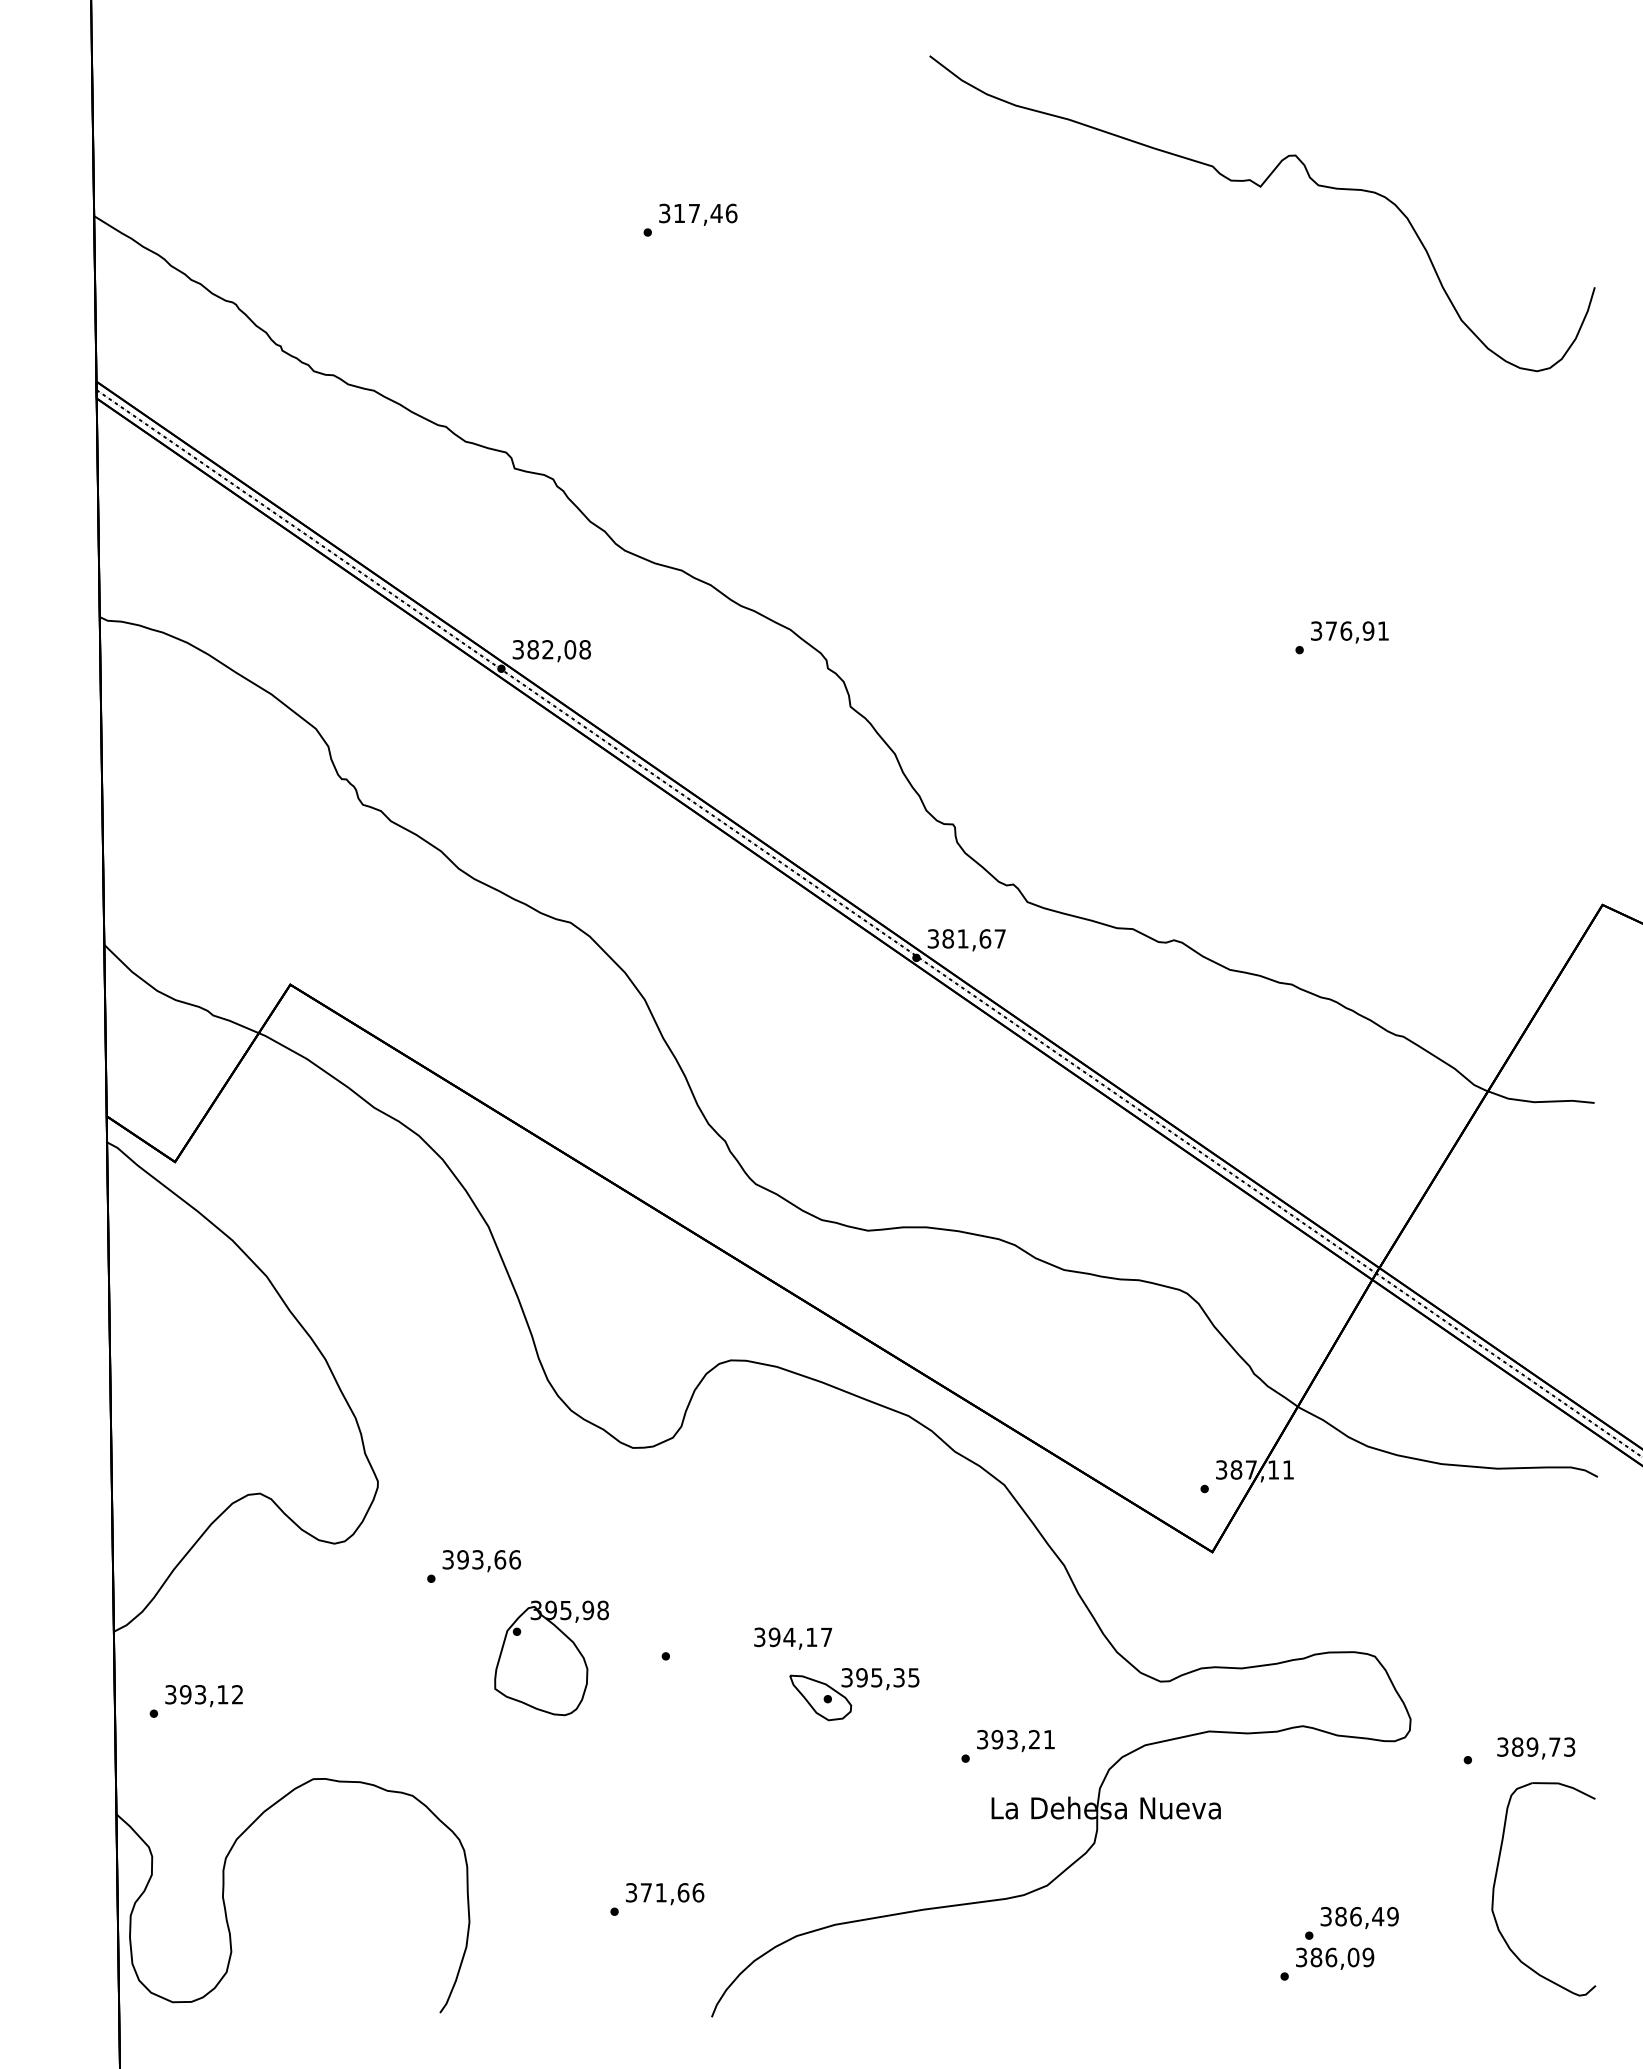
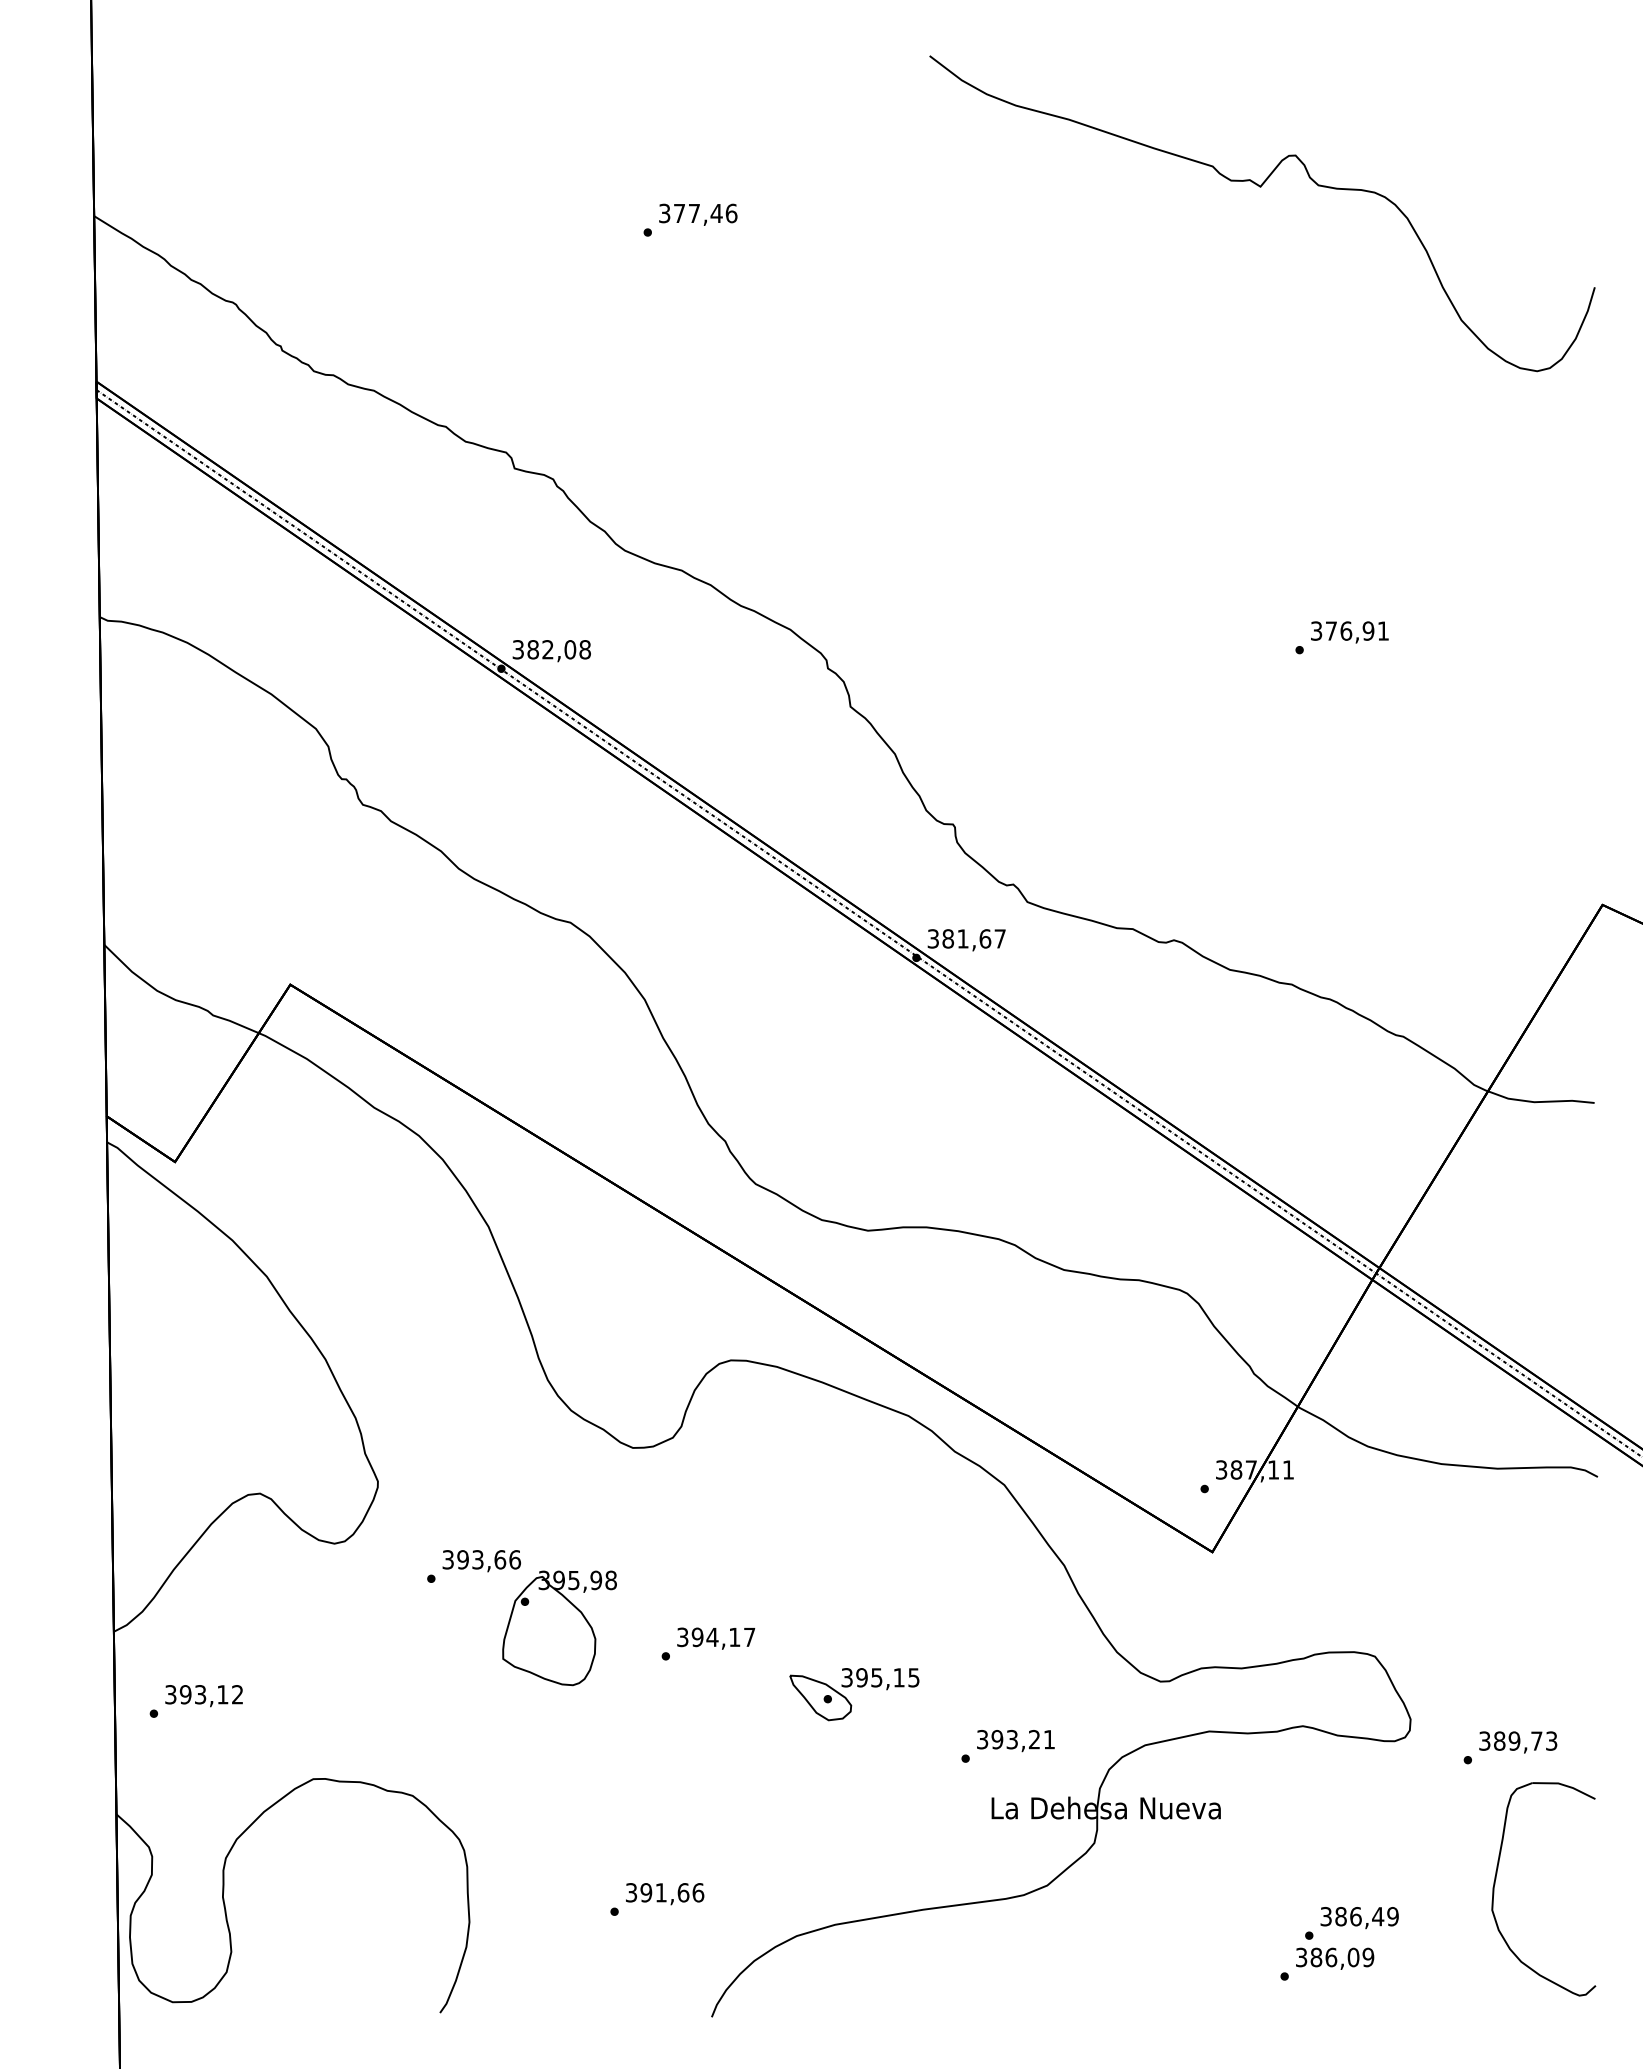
text at (679, 213): 317,46 -> 377,46
text at (793, 1638) position: (793, 1638) -> (716, 1638)
part at (551, 1658) position: (551, 1658) -> (559, 1628)
text at (898, 1677): 395,35 -> 395,15
text at (1536, 1748) position: (1536, 1748) -> (1518, 1742)
text at (646, 1892): 371,66 -> 391,66
